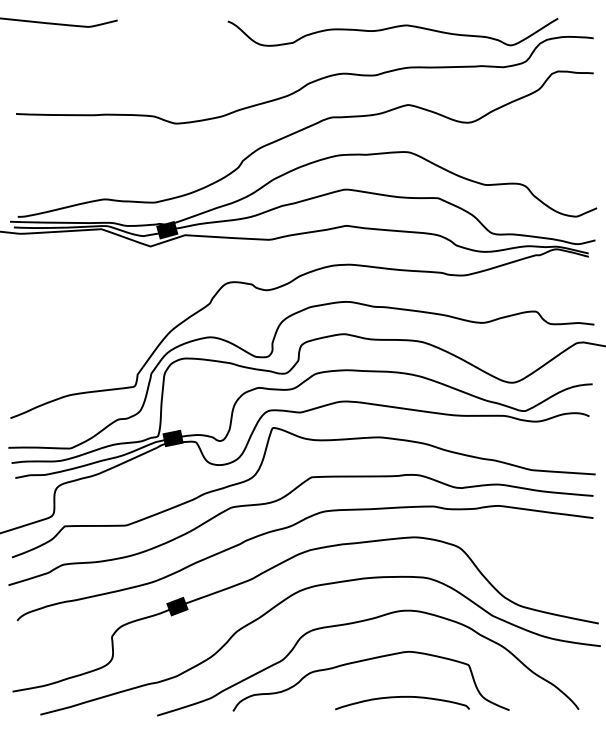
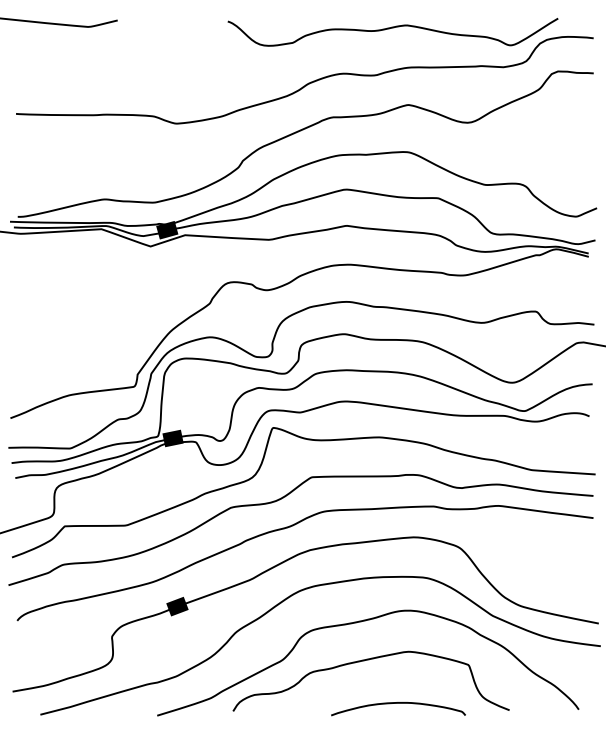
curve at (402, 697) position: (402, 697) -> (398, 703)
